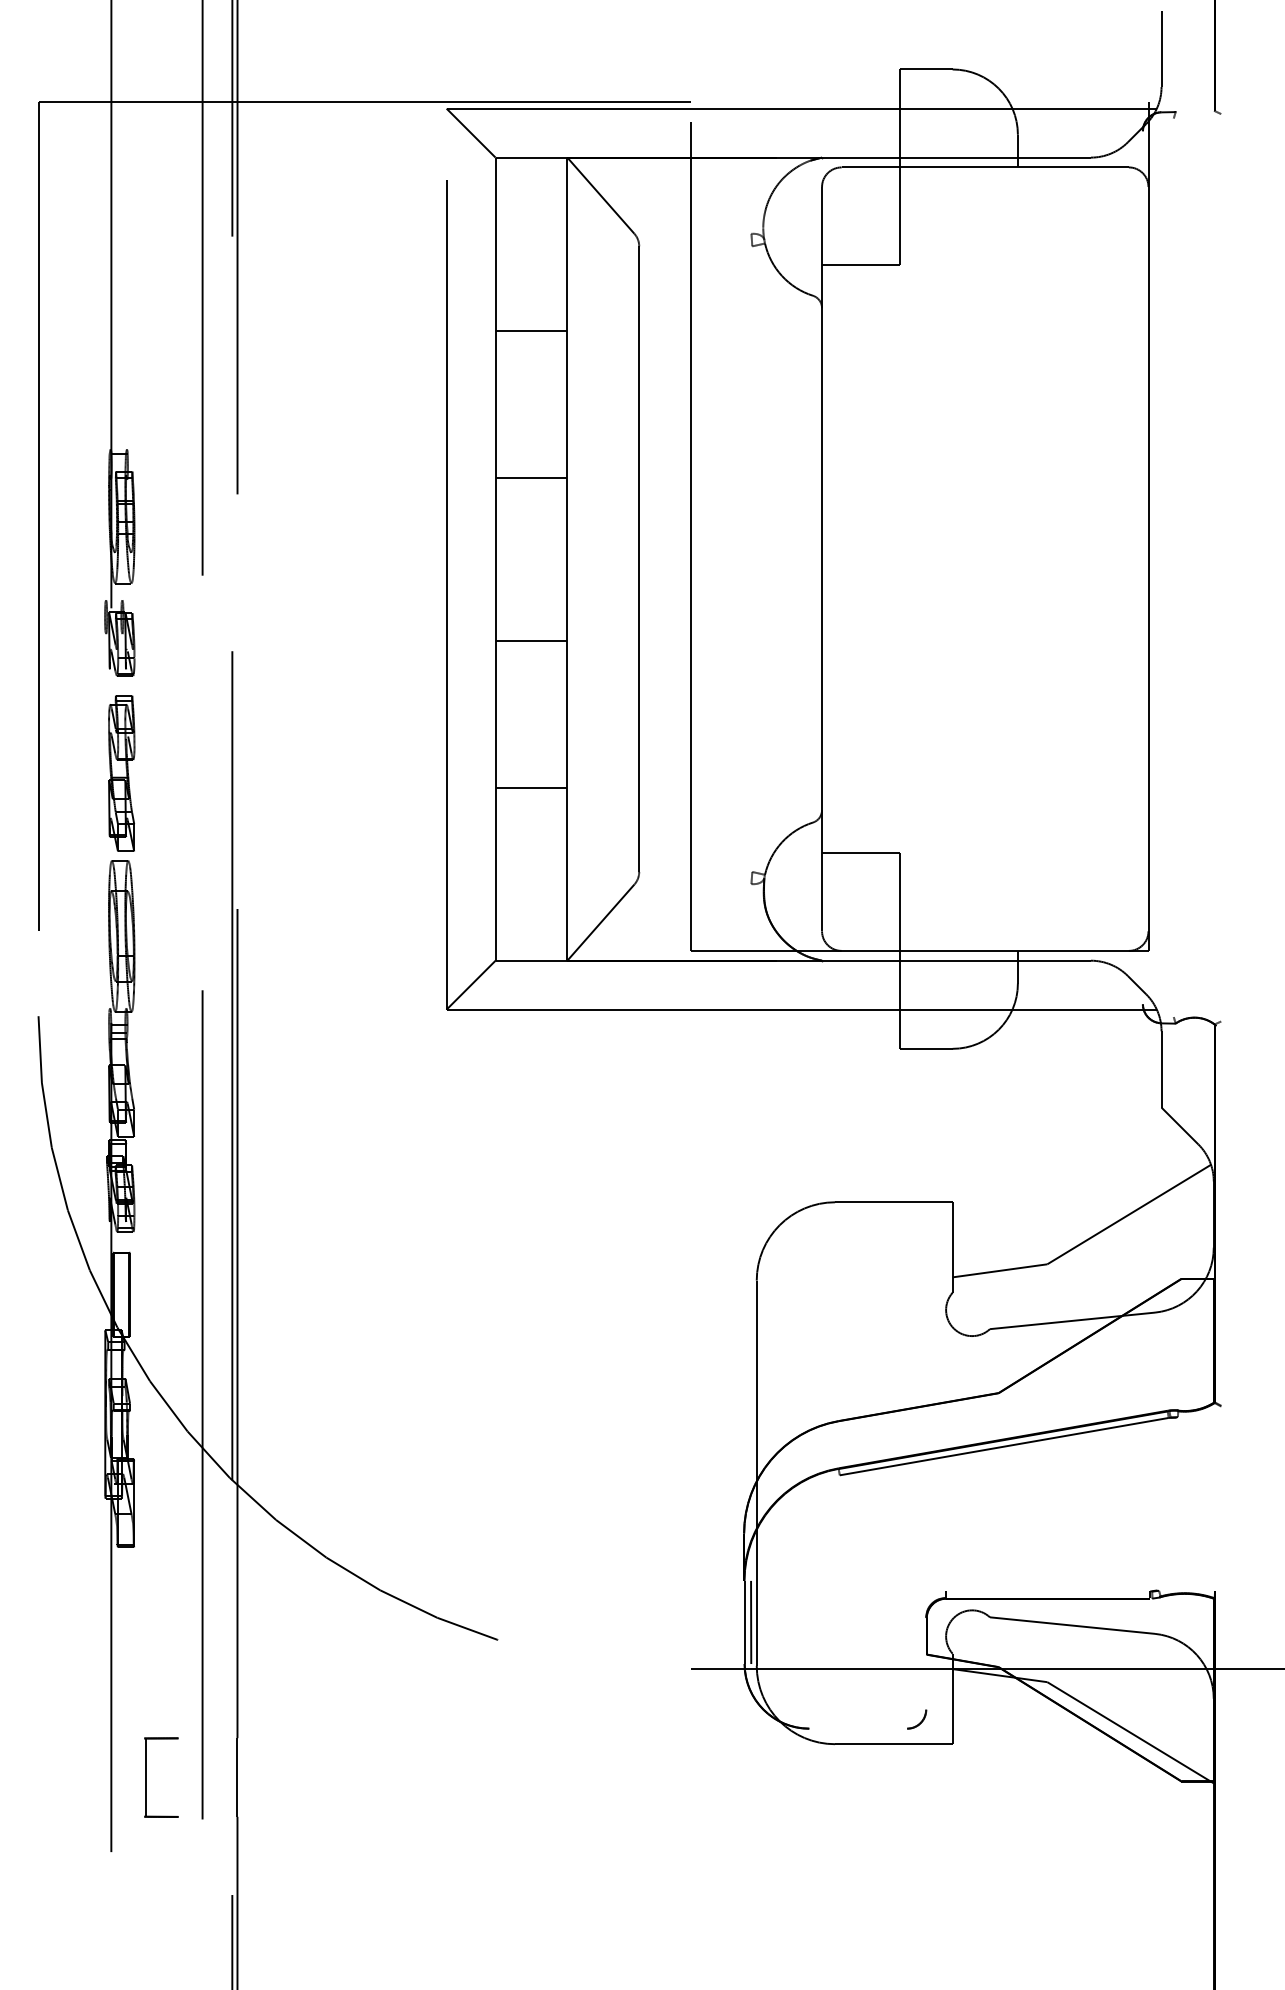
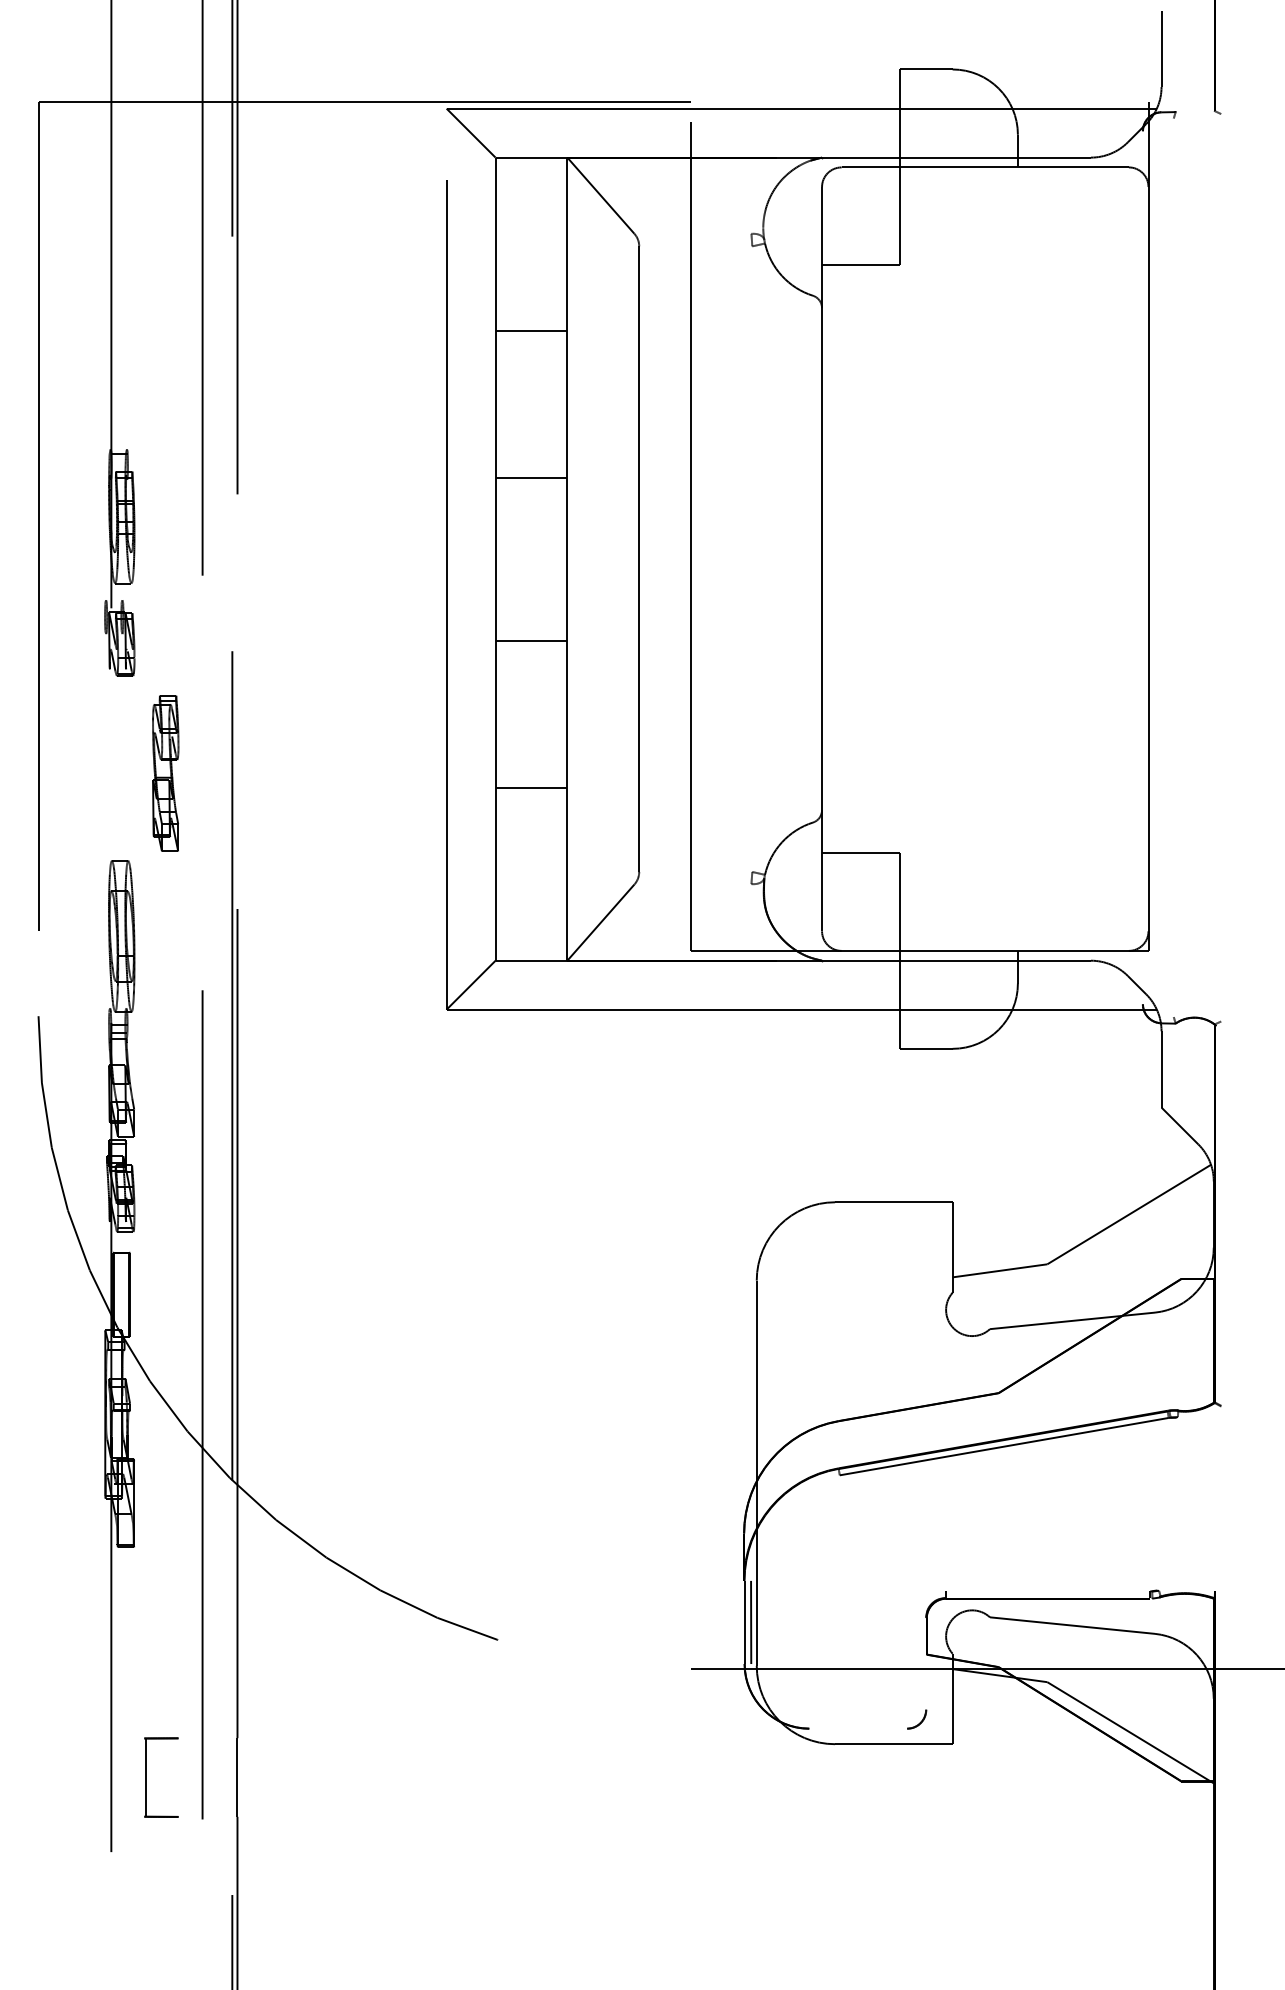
part at (121, 773) position: (121, 773) -> (165, 773)
